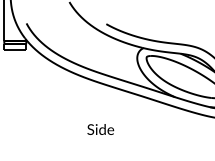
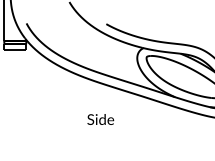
text at (100, 129) position: (100, 129) -> (100, 119)
